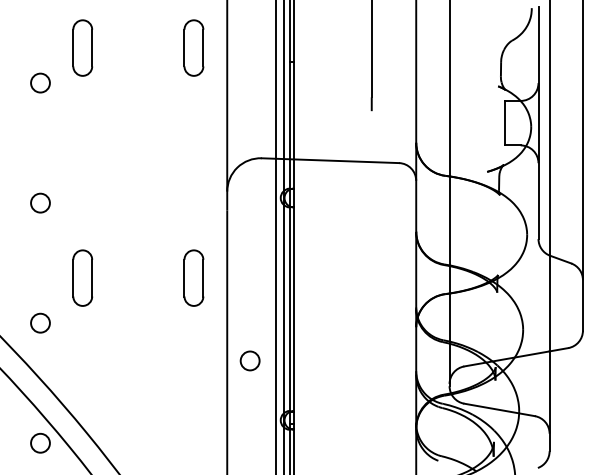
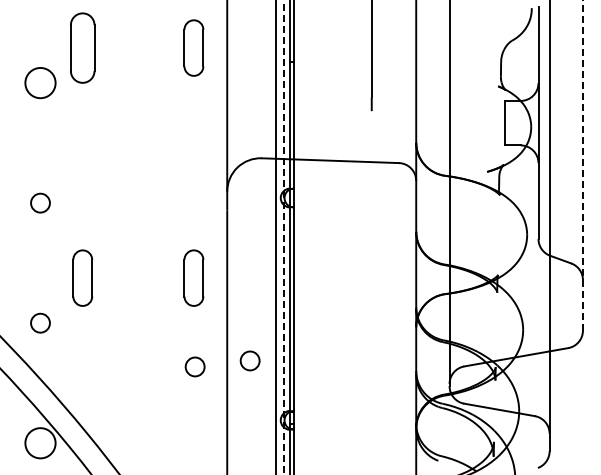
part at (82, 47) size: 22x58 px -> 26x72 px
circle at (40, 82) diameter: 19 px -> 30 px
line at (582, 165): solid -> dashed
line at (283, 238): solid -> dashed
circle at (194, 366): none -> present
circle at (40, 442) diameter: 19 px -> 30 px
